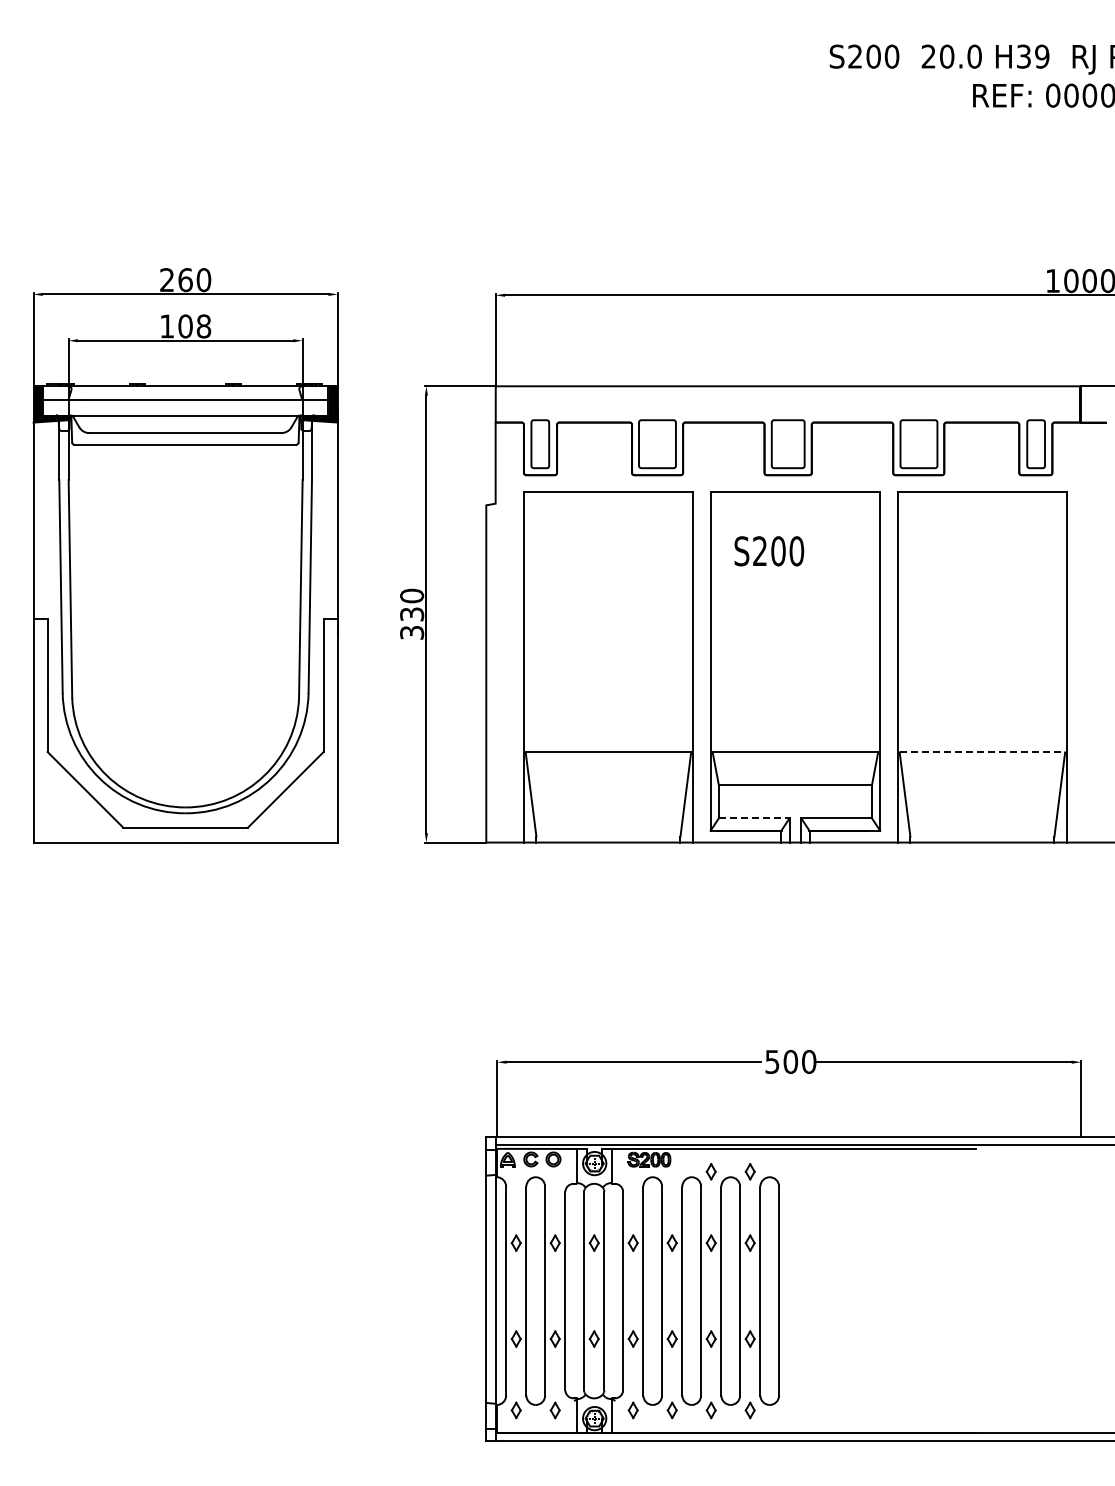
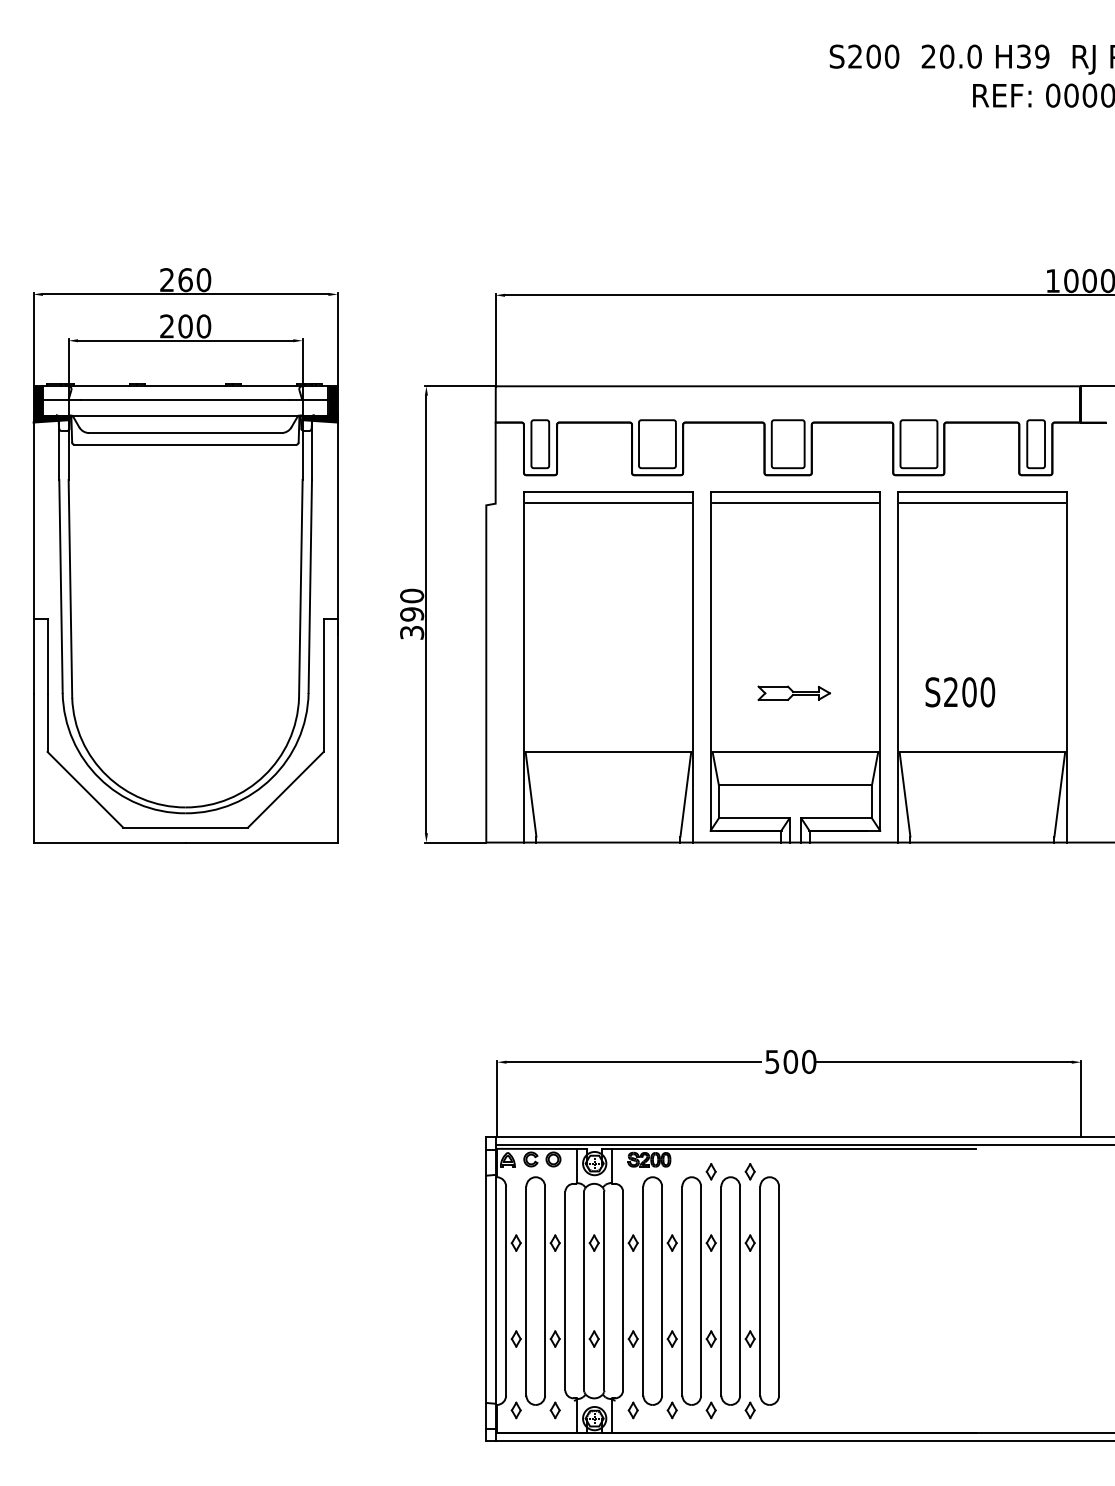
text at (185, 326): 108 -> 200
line at (608, 503): none -> present
line at (795, 503): none -> present
line at (982, 503): none -> present
text at (769, 551) position: (769, 551) -> (960, 692)
text at (411, 614): 330 -> 390
part at (794, 692): none -> present
line at (982, 752): dashed -> solid
line at (754, 818): dashed -> solid
